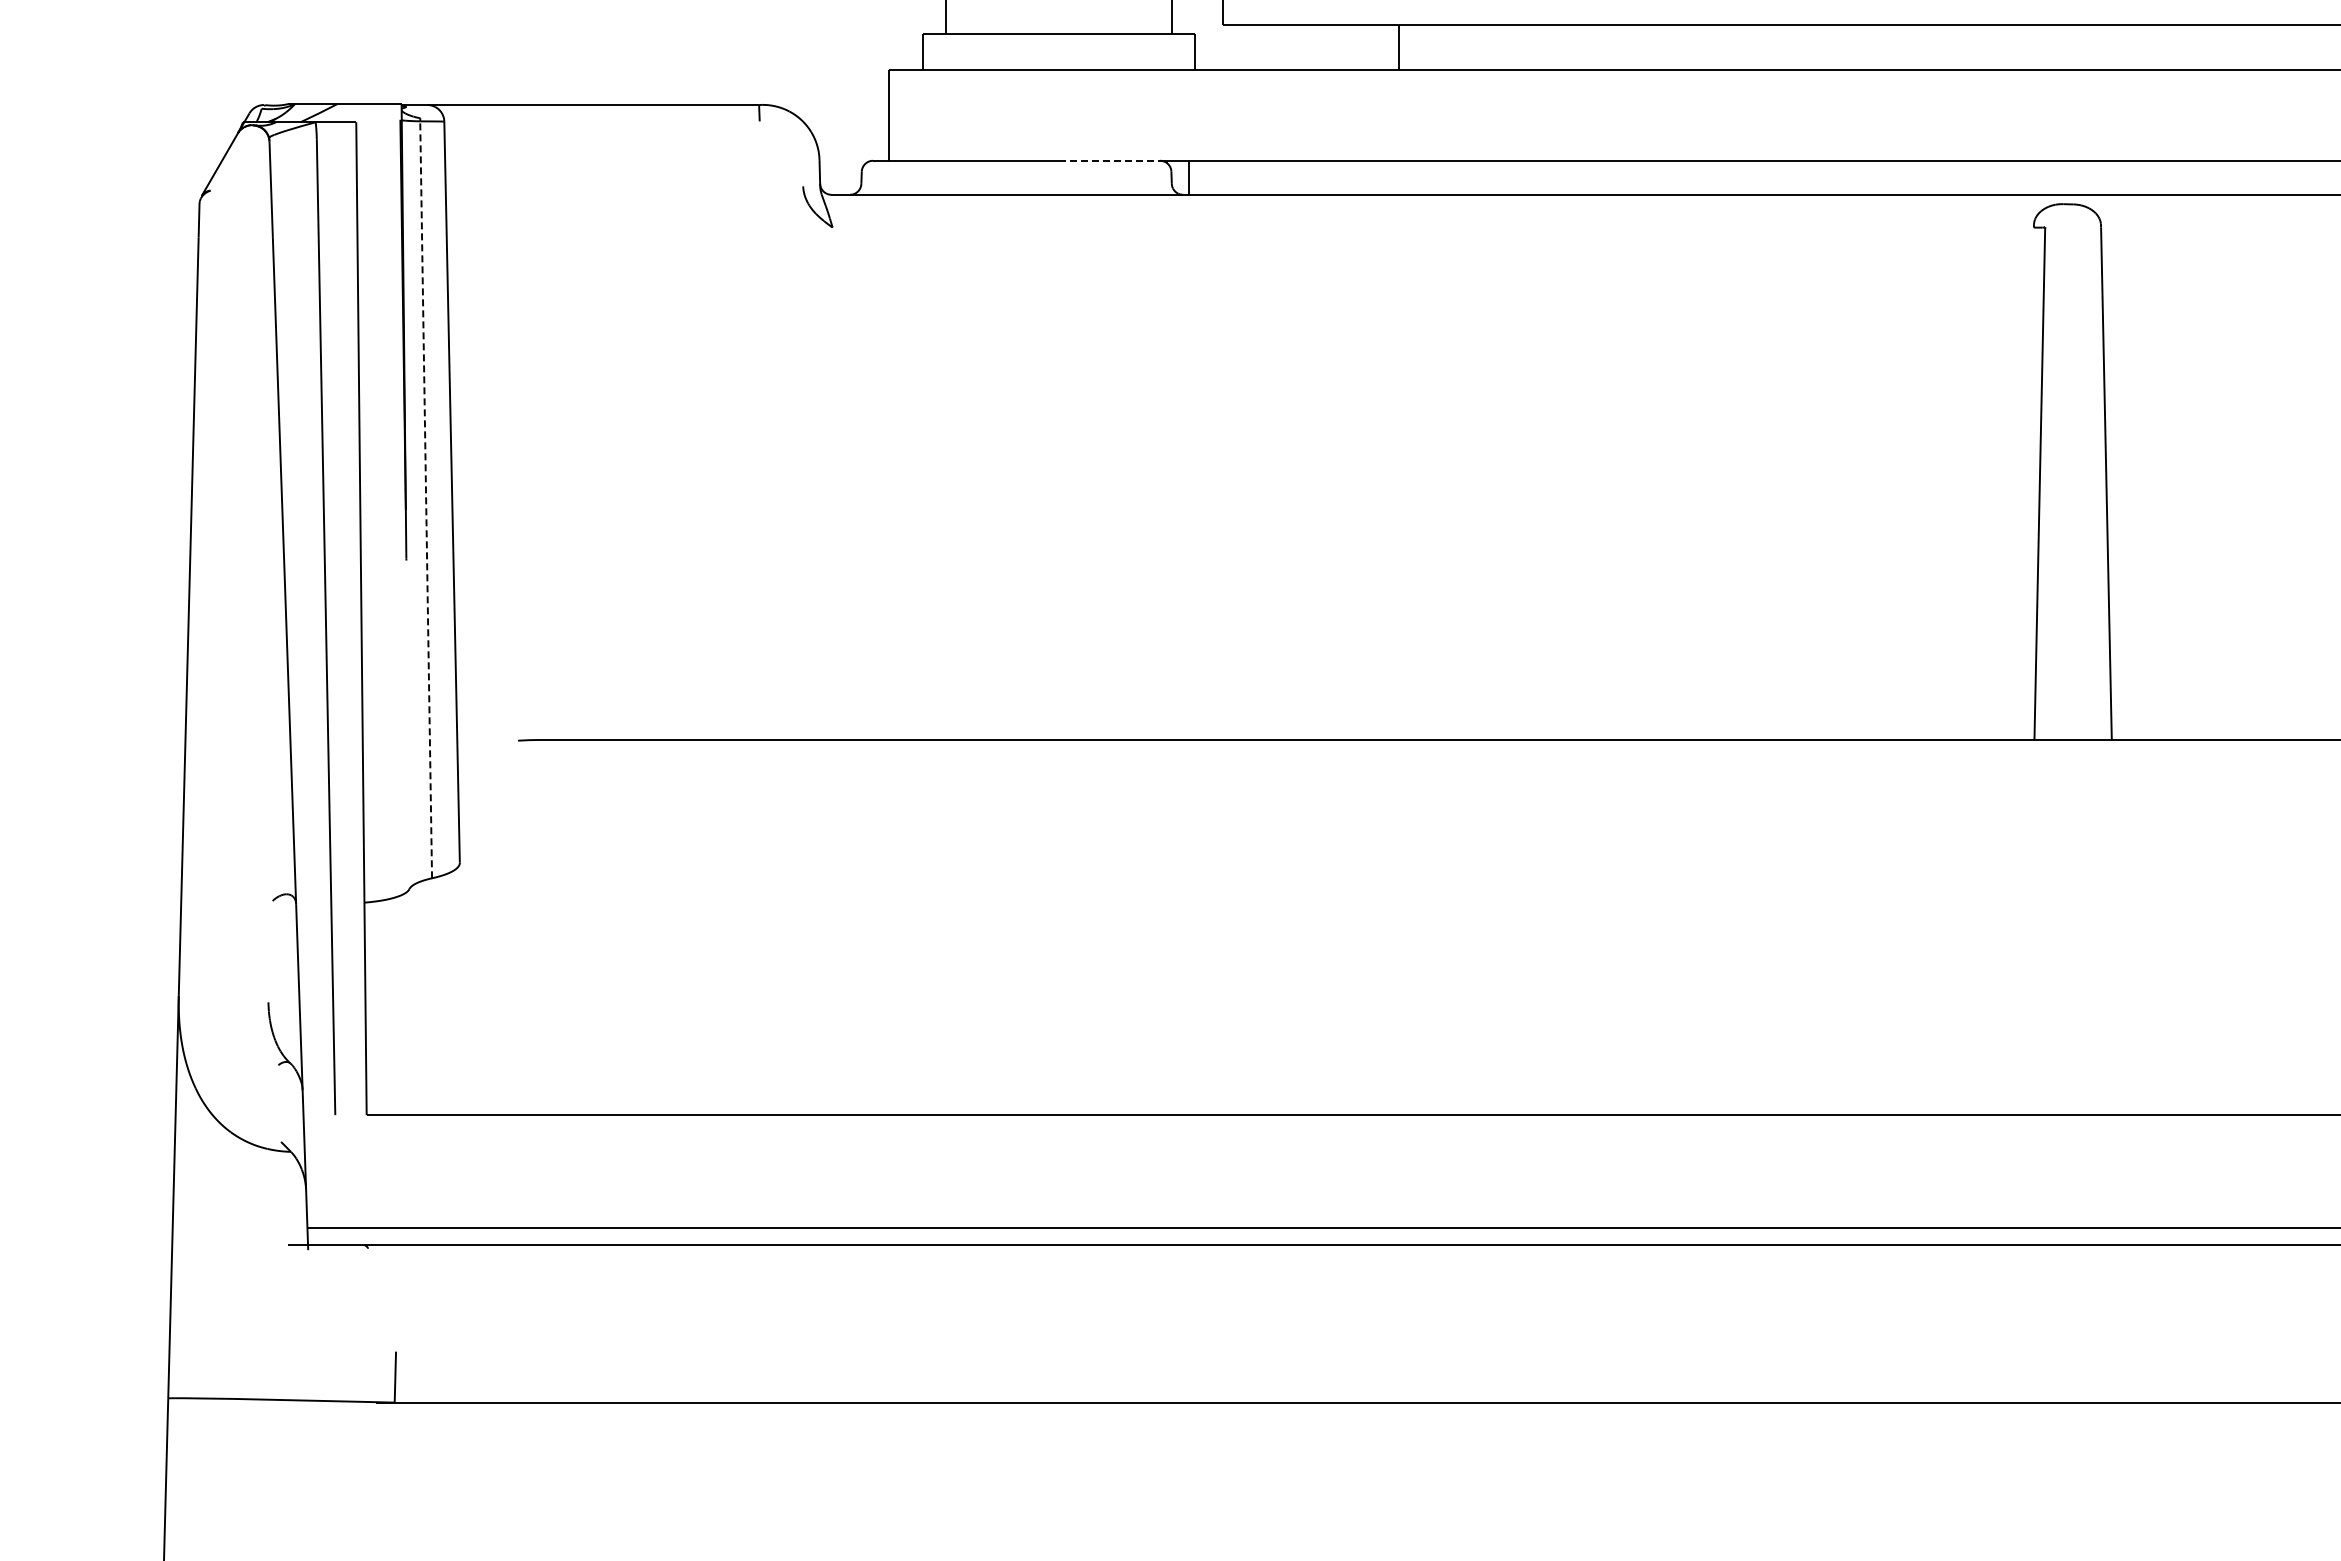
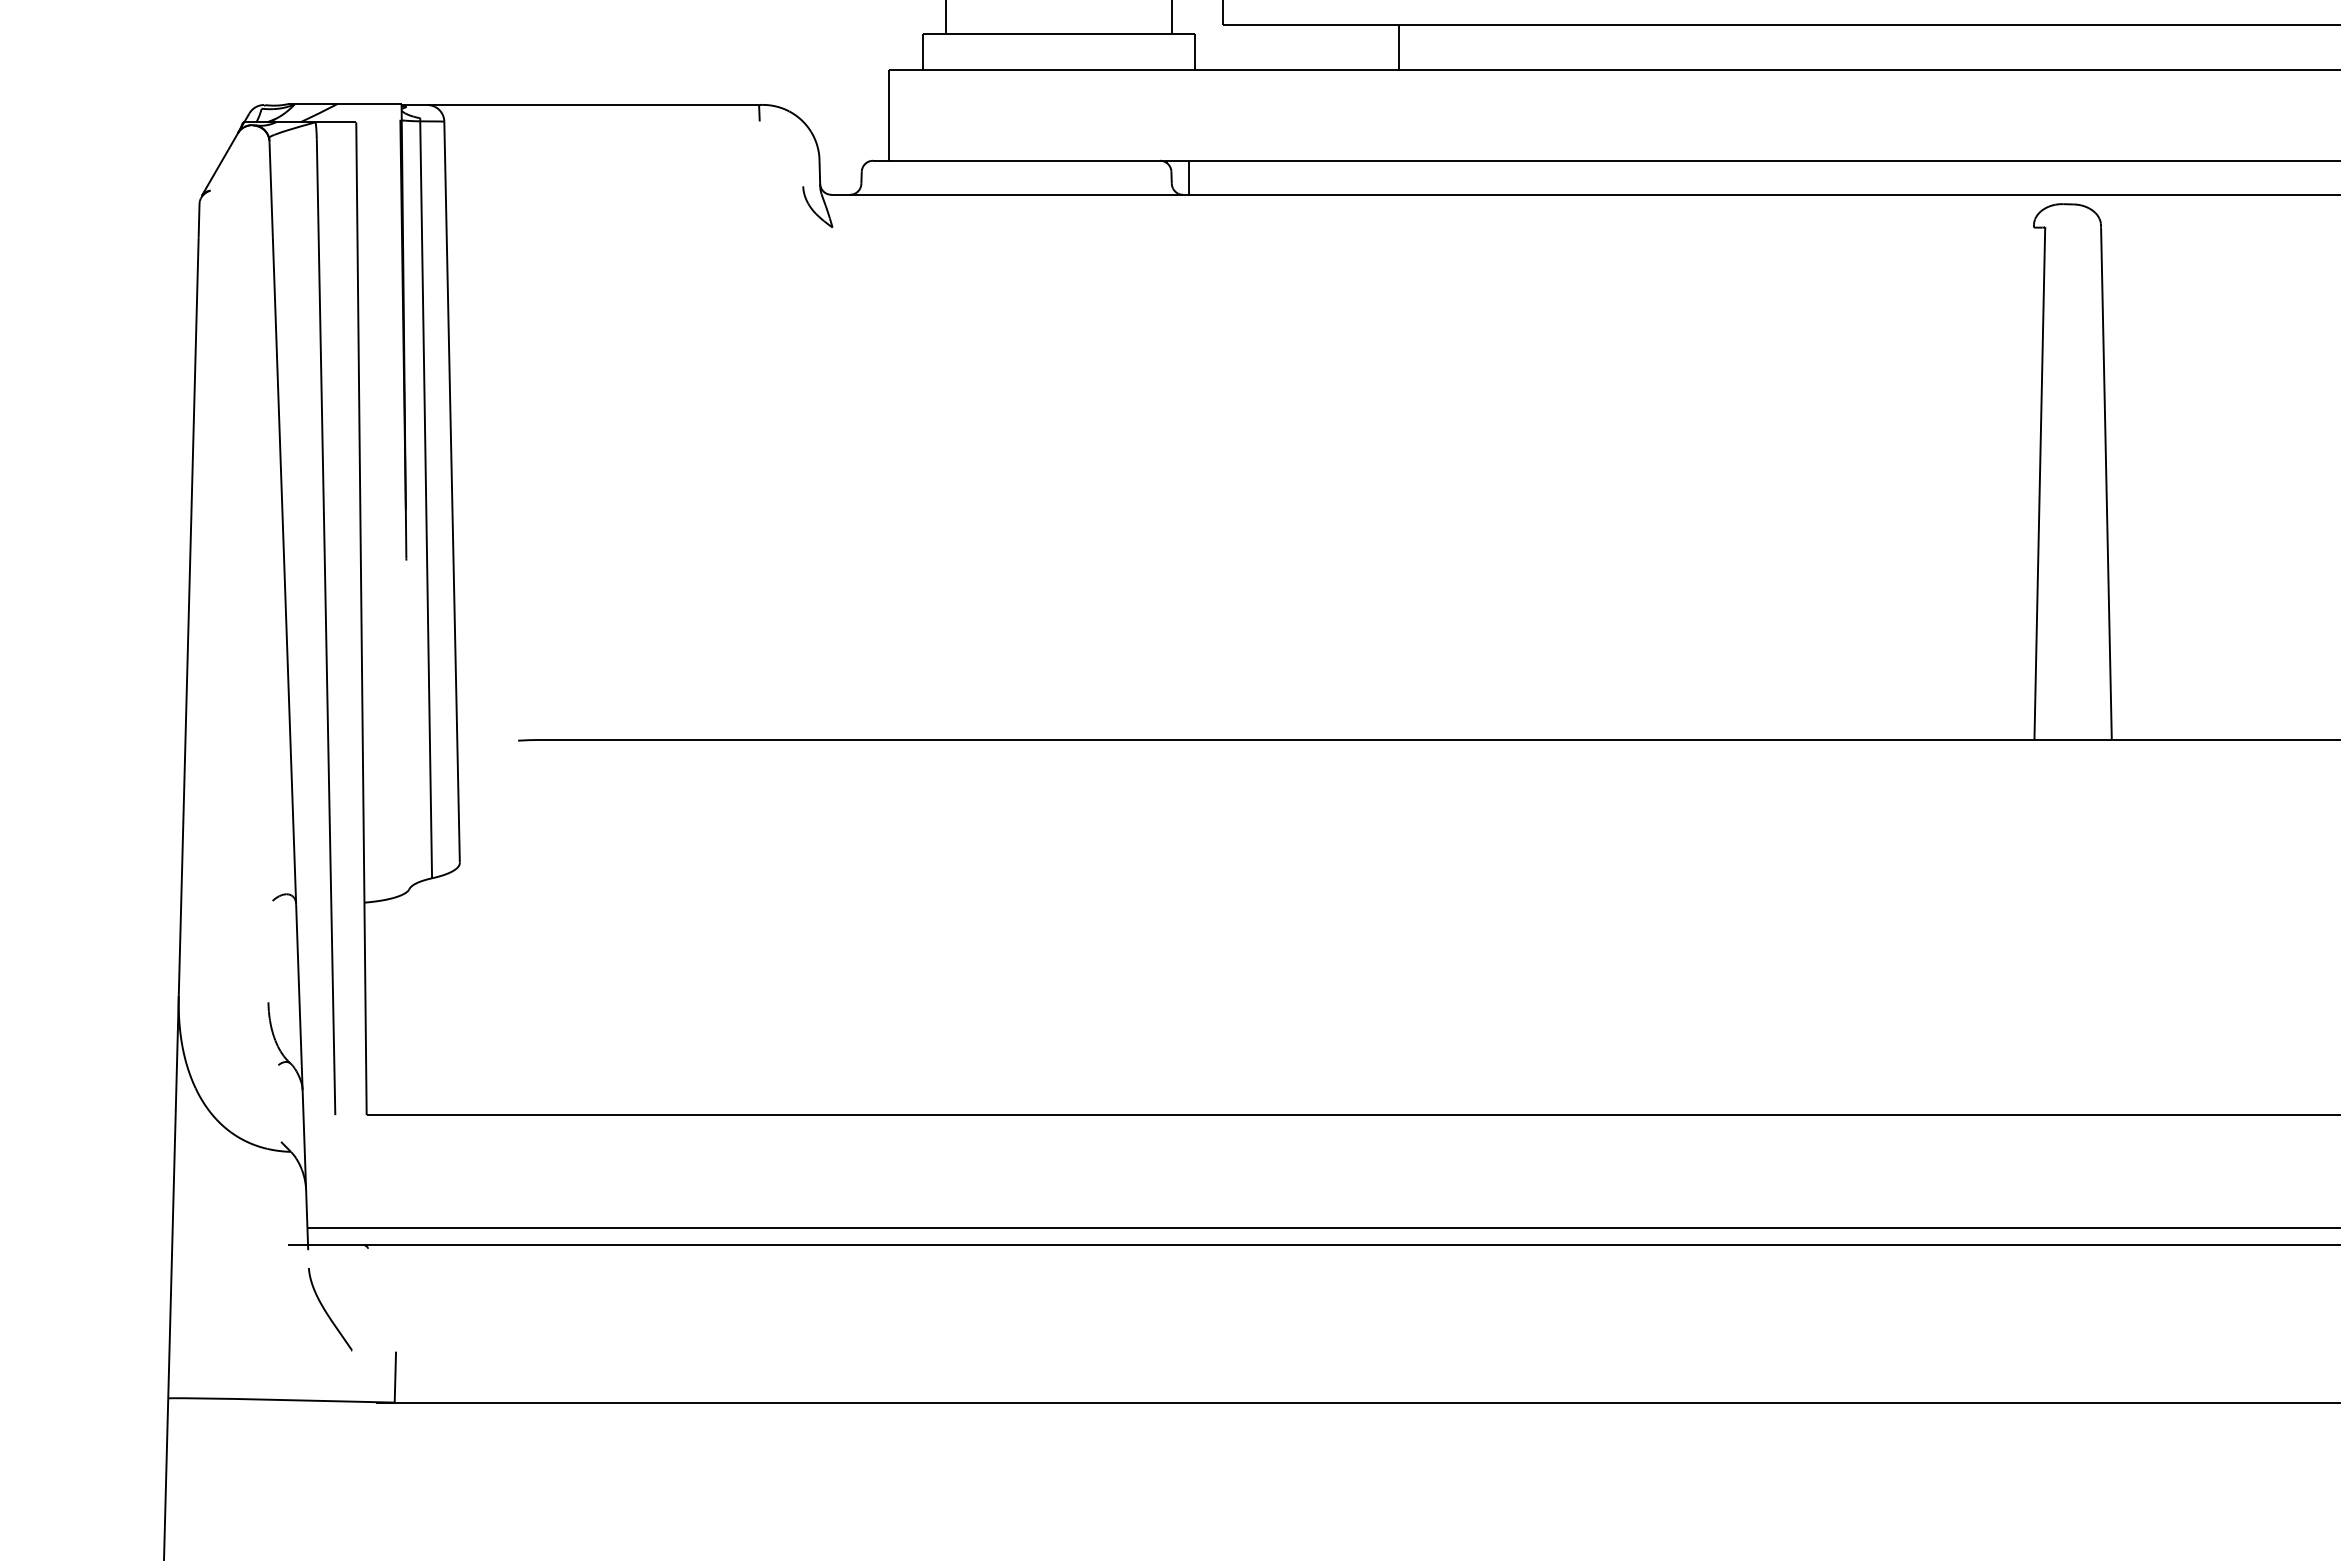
line at (1109, 160): dashed -> solid
line at (426, 499): dashed -> solid
curve at (326, 1310): none -> present
